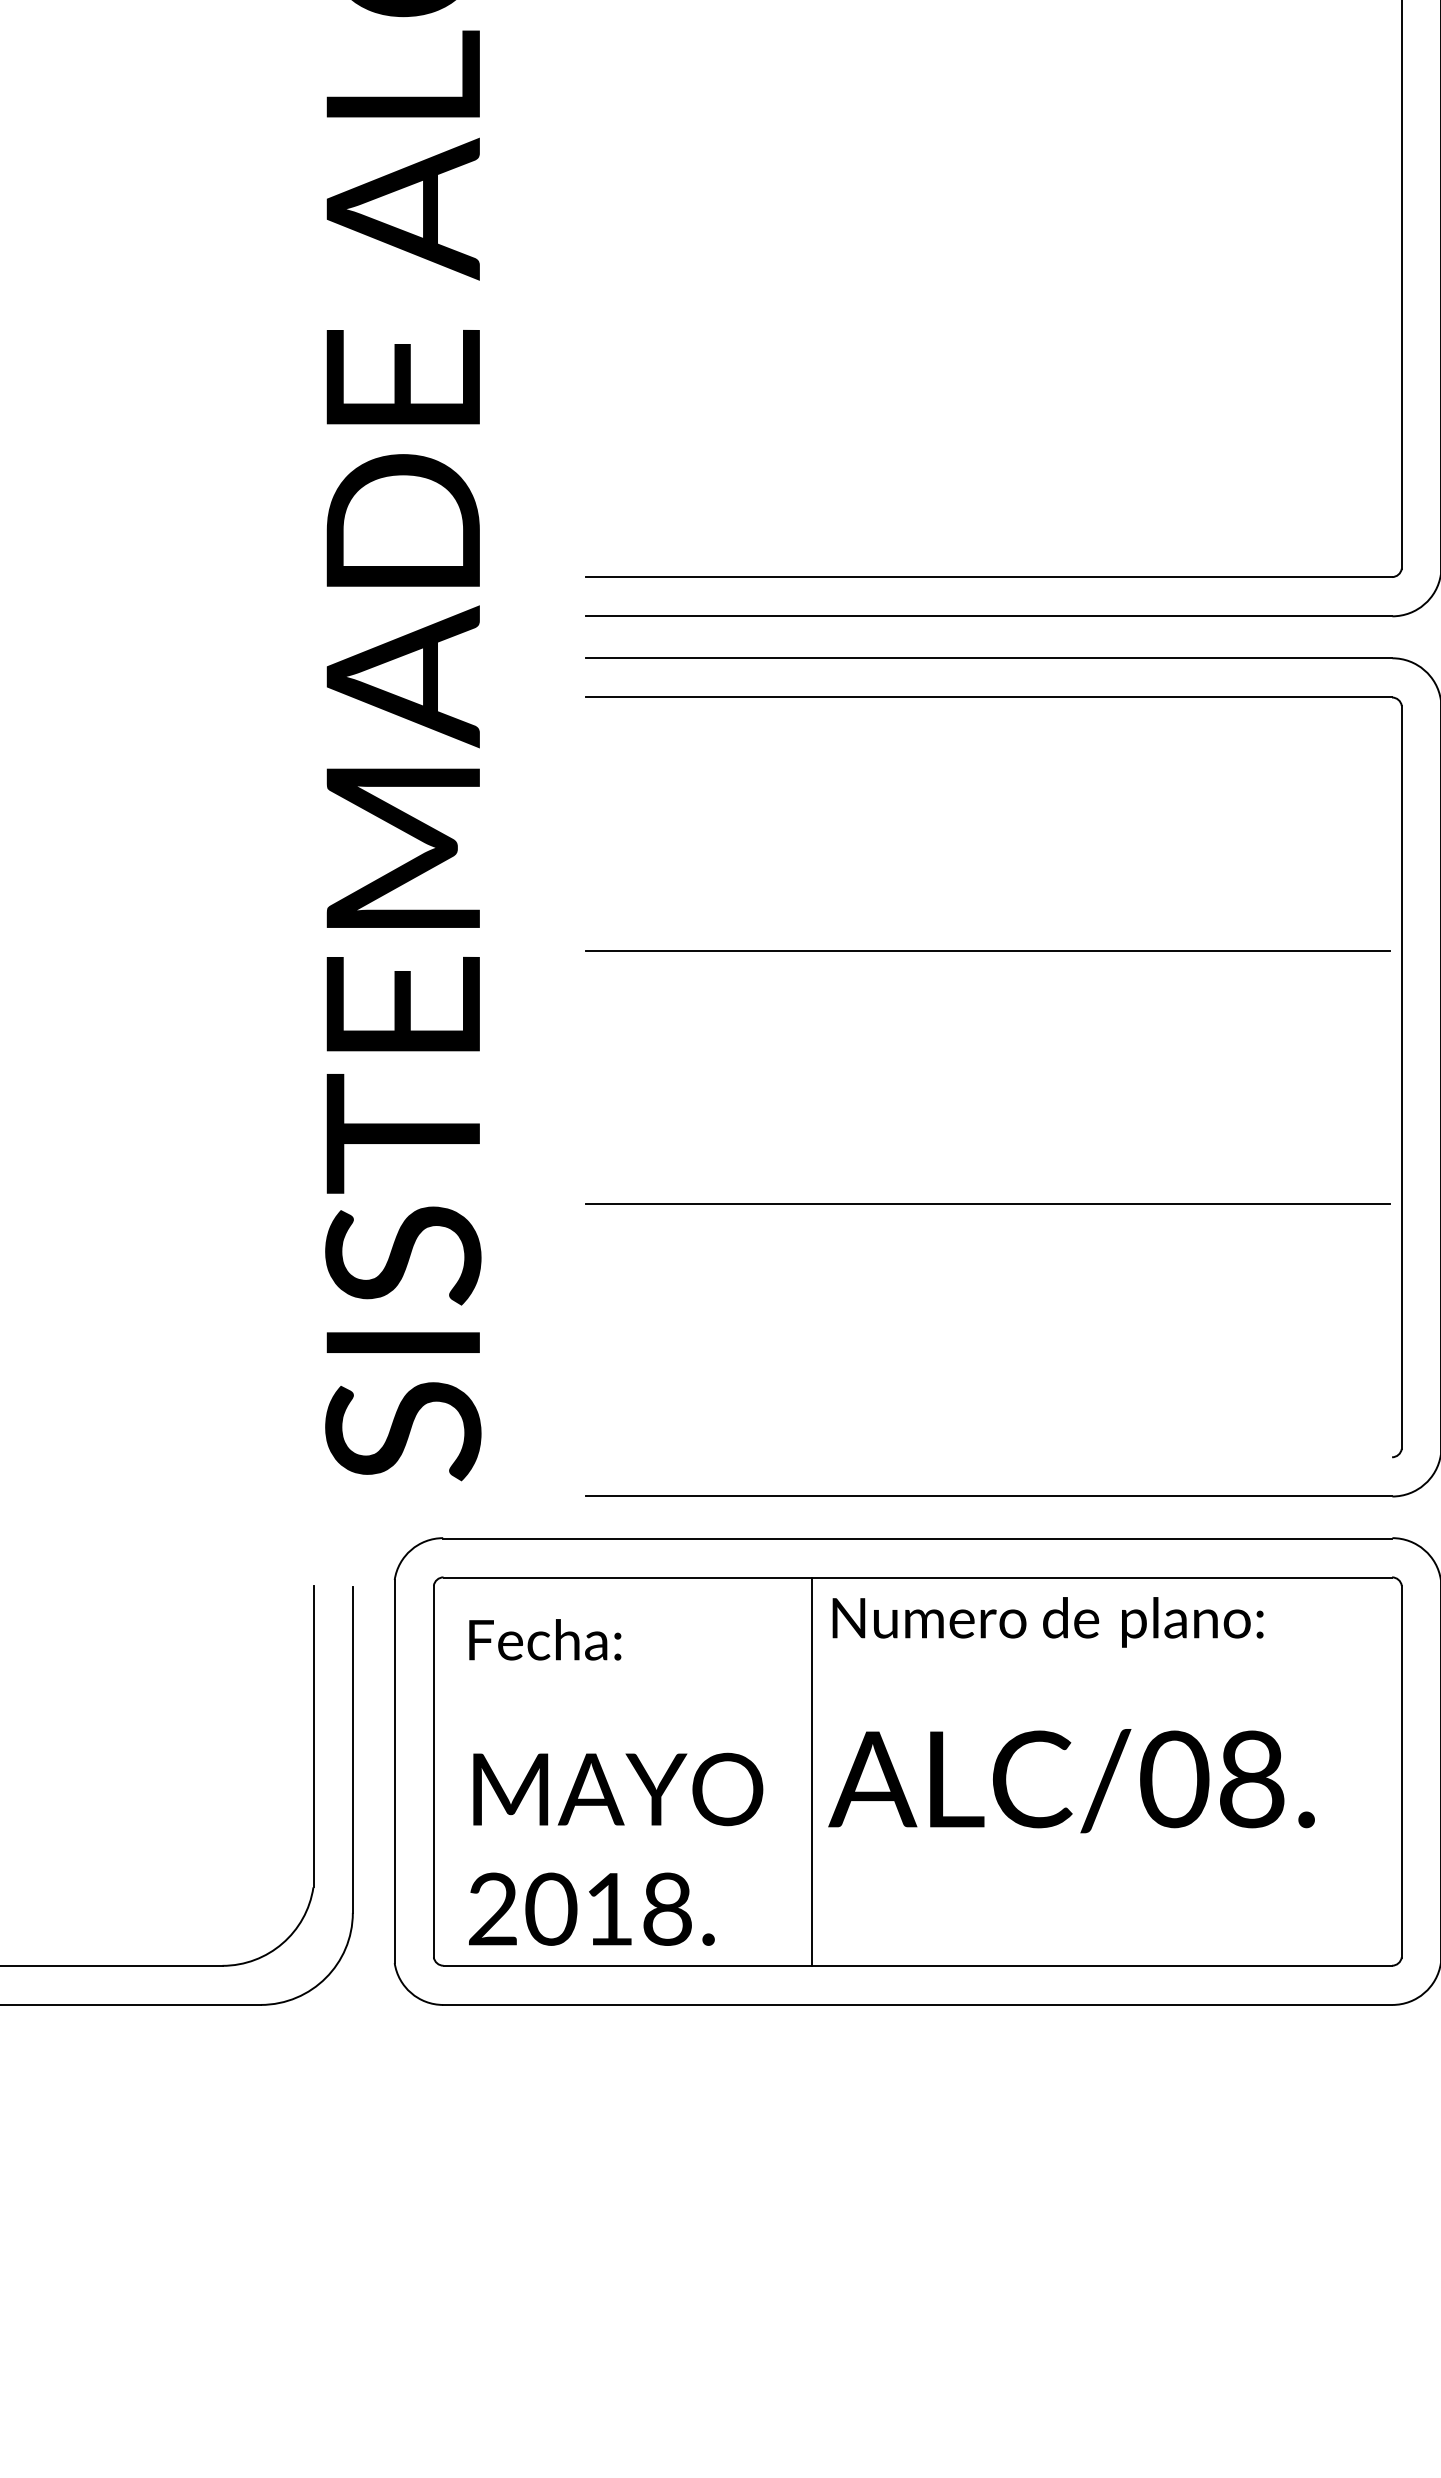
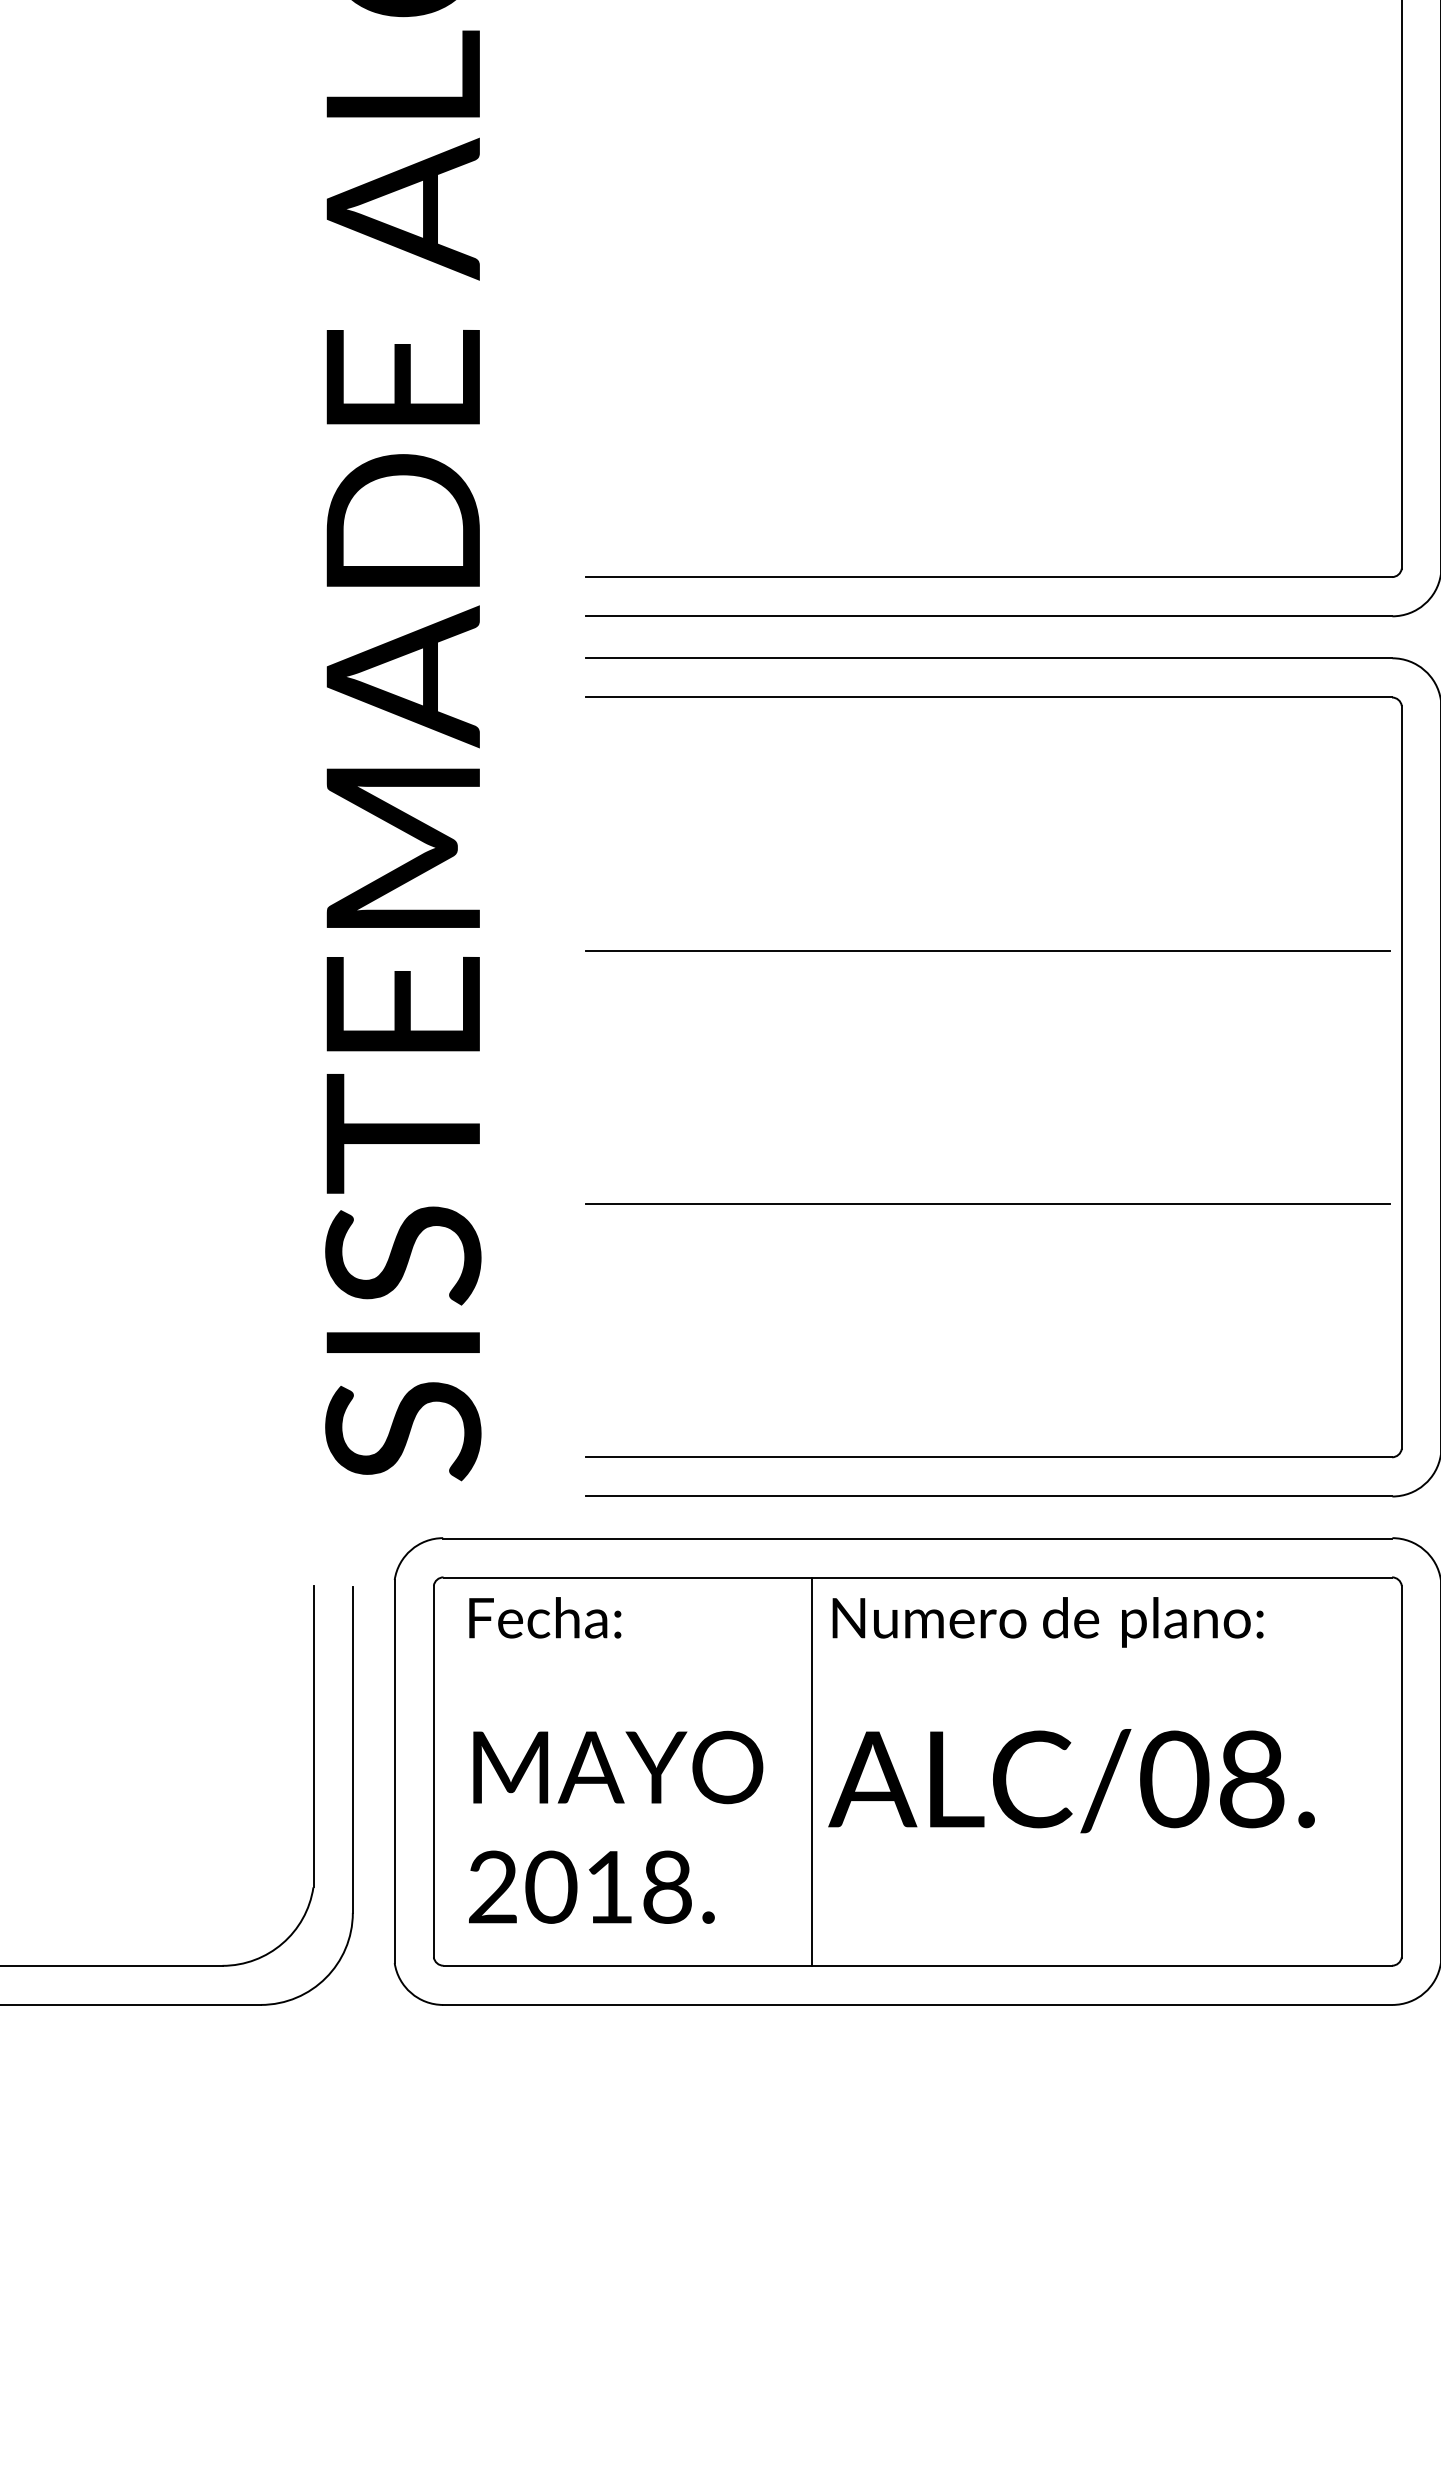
line at (988, 1457): none -> present
text at (616, 1782) position: (616, 1782) -> (616, 1760)
